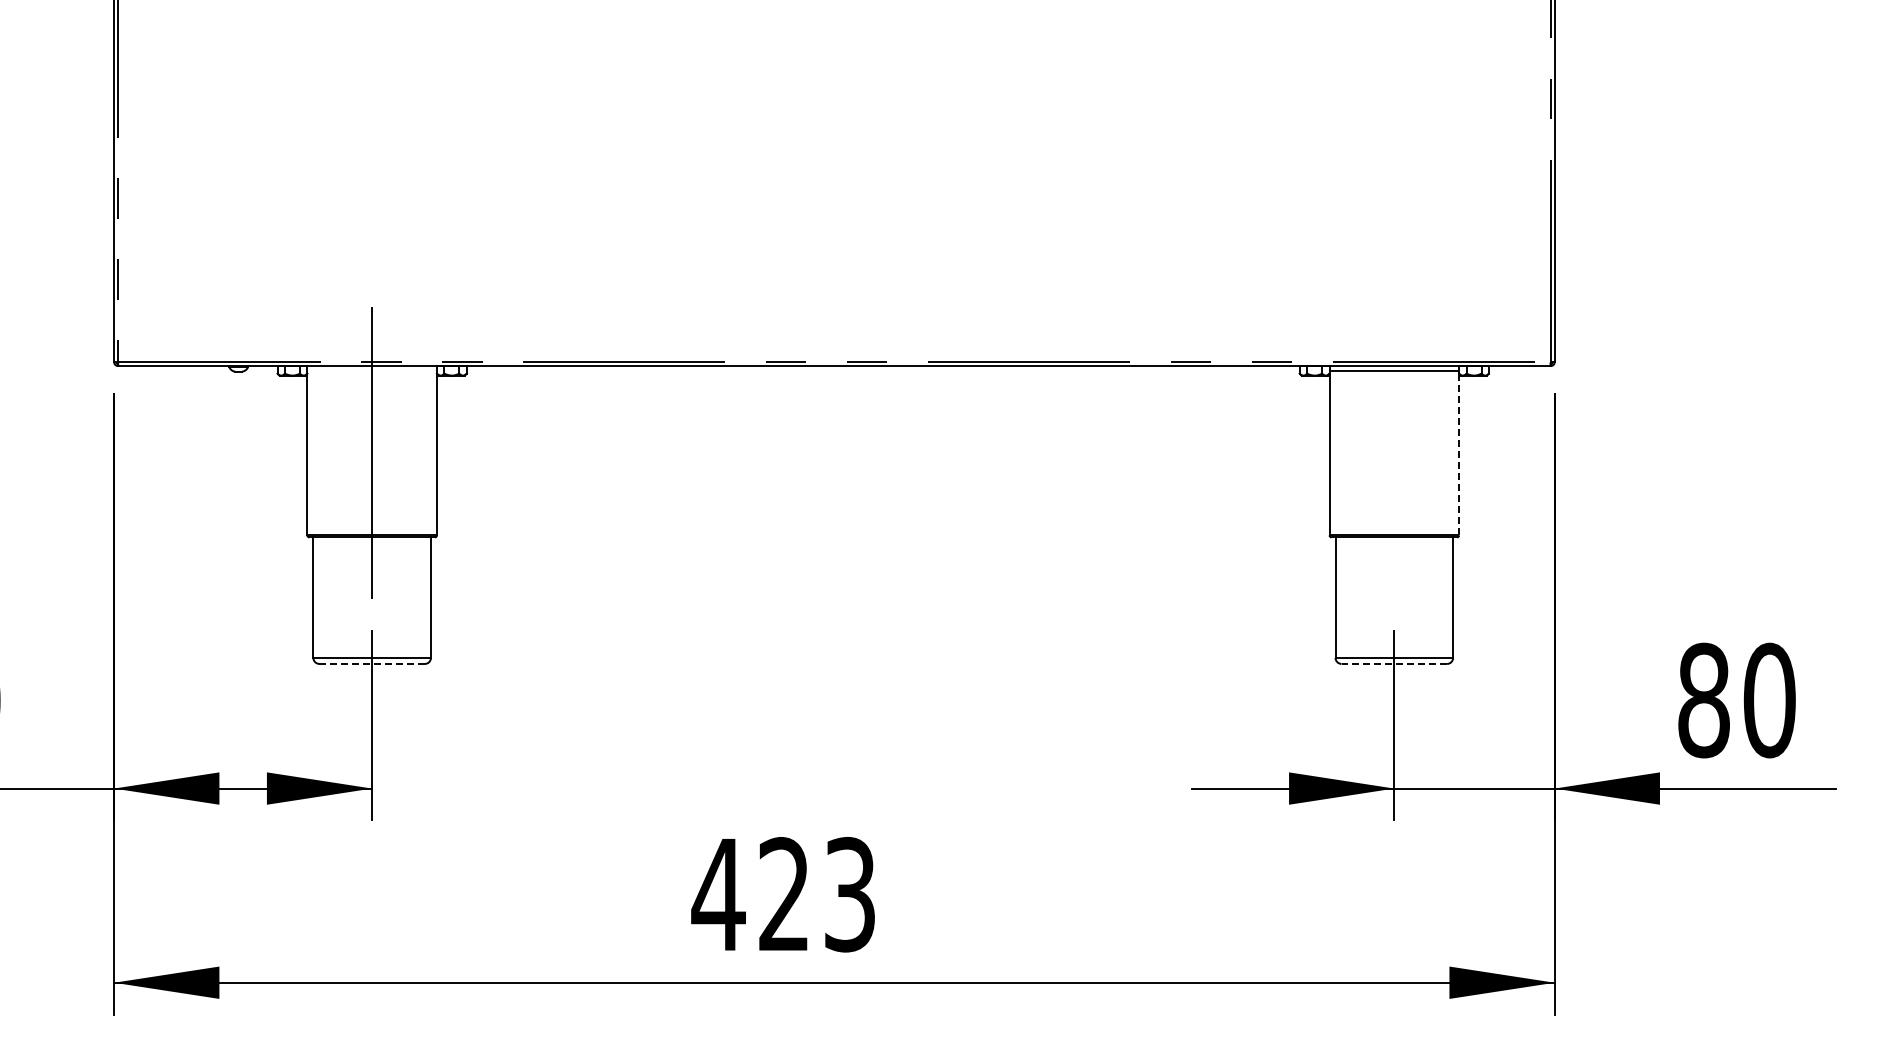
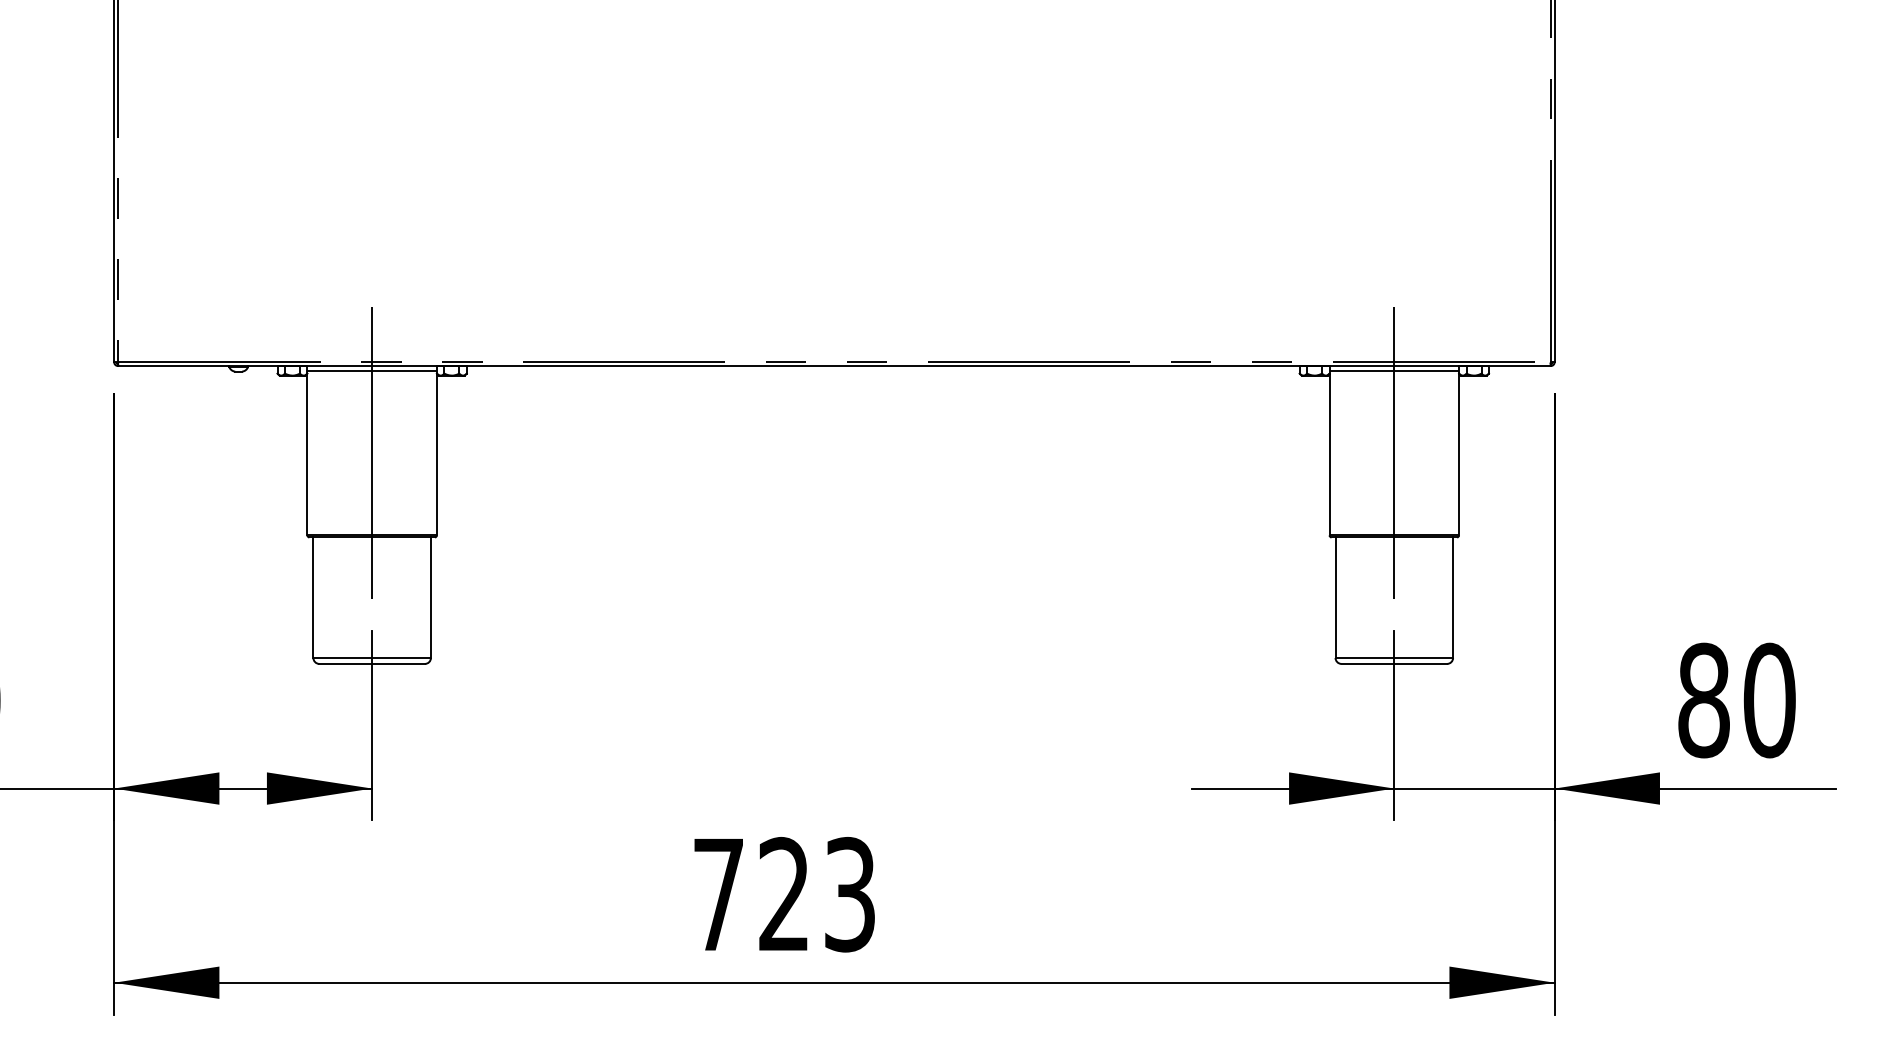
line at (371, 371): none -> present
line at (1394, 453): none -> present
line at (1459, 454): dashed -> solid
line at (372, 663): dashed -> solid
line at (1394, 663): dashed -> solid
text at (718, 894): 423 -> 723
